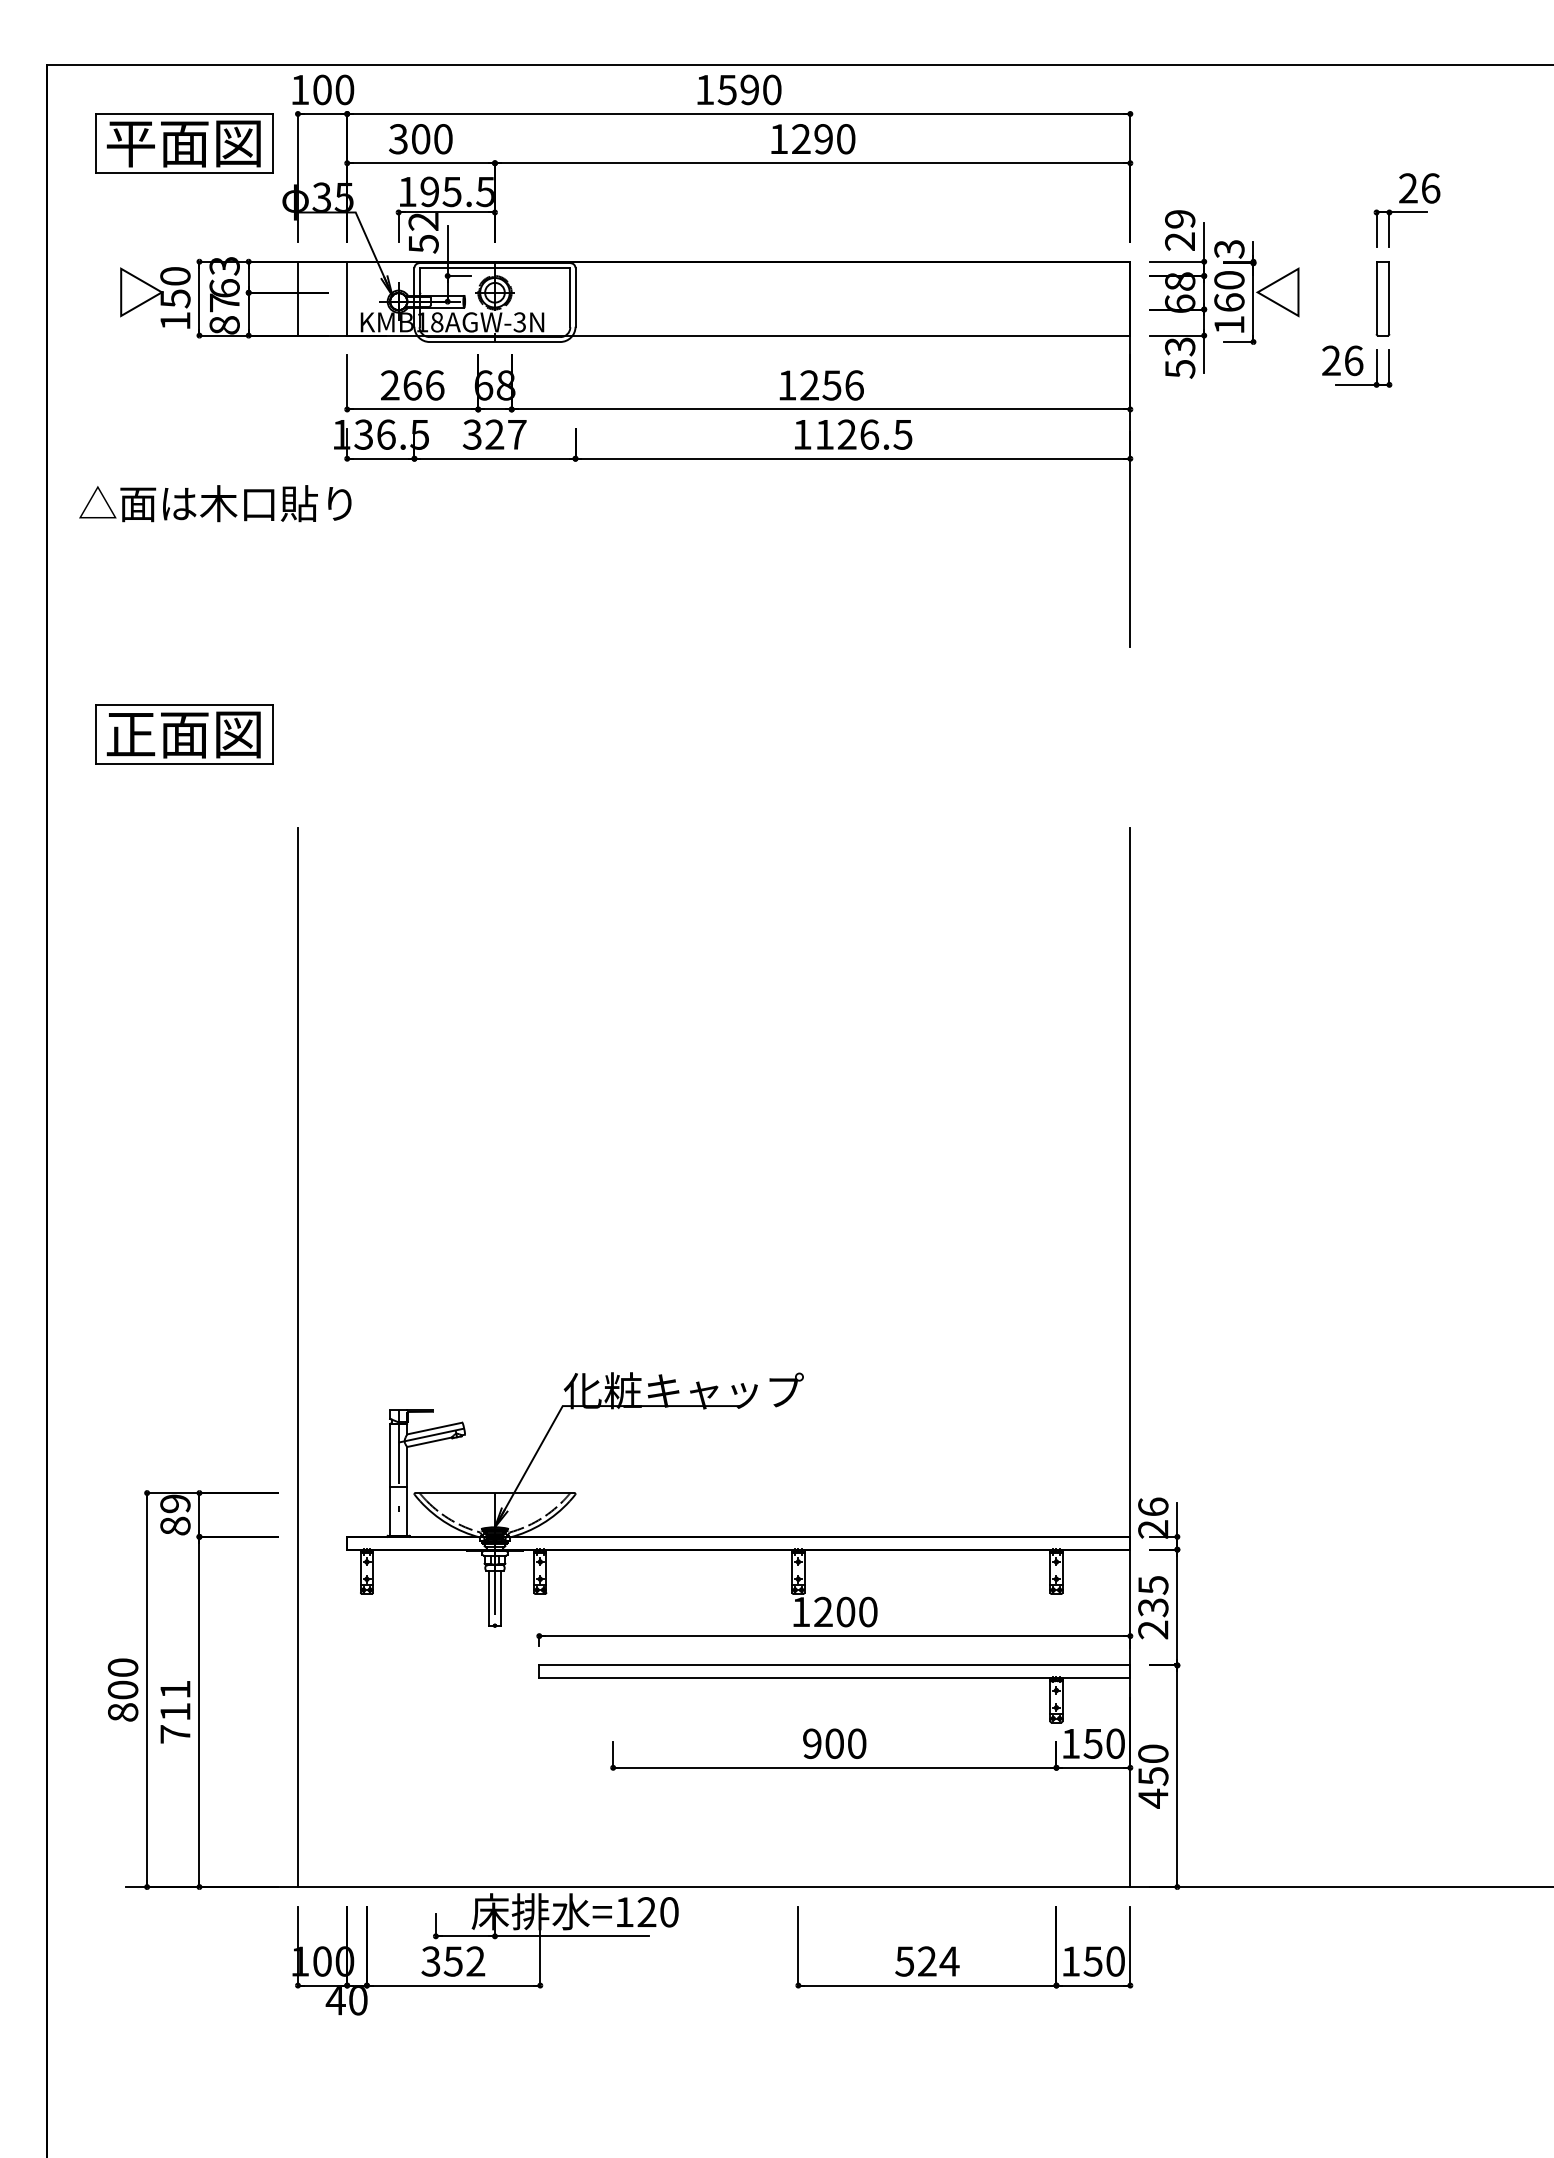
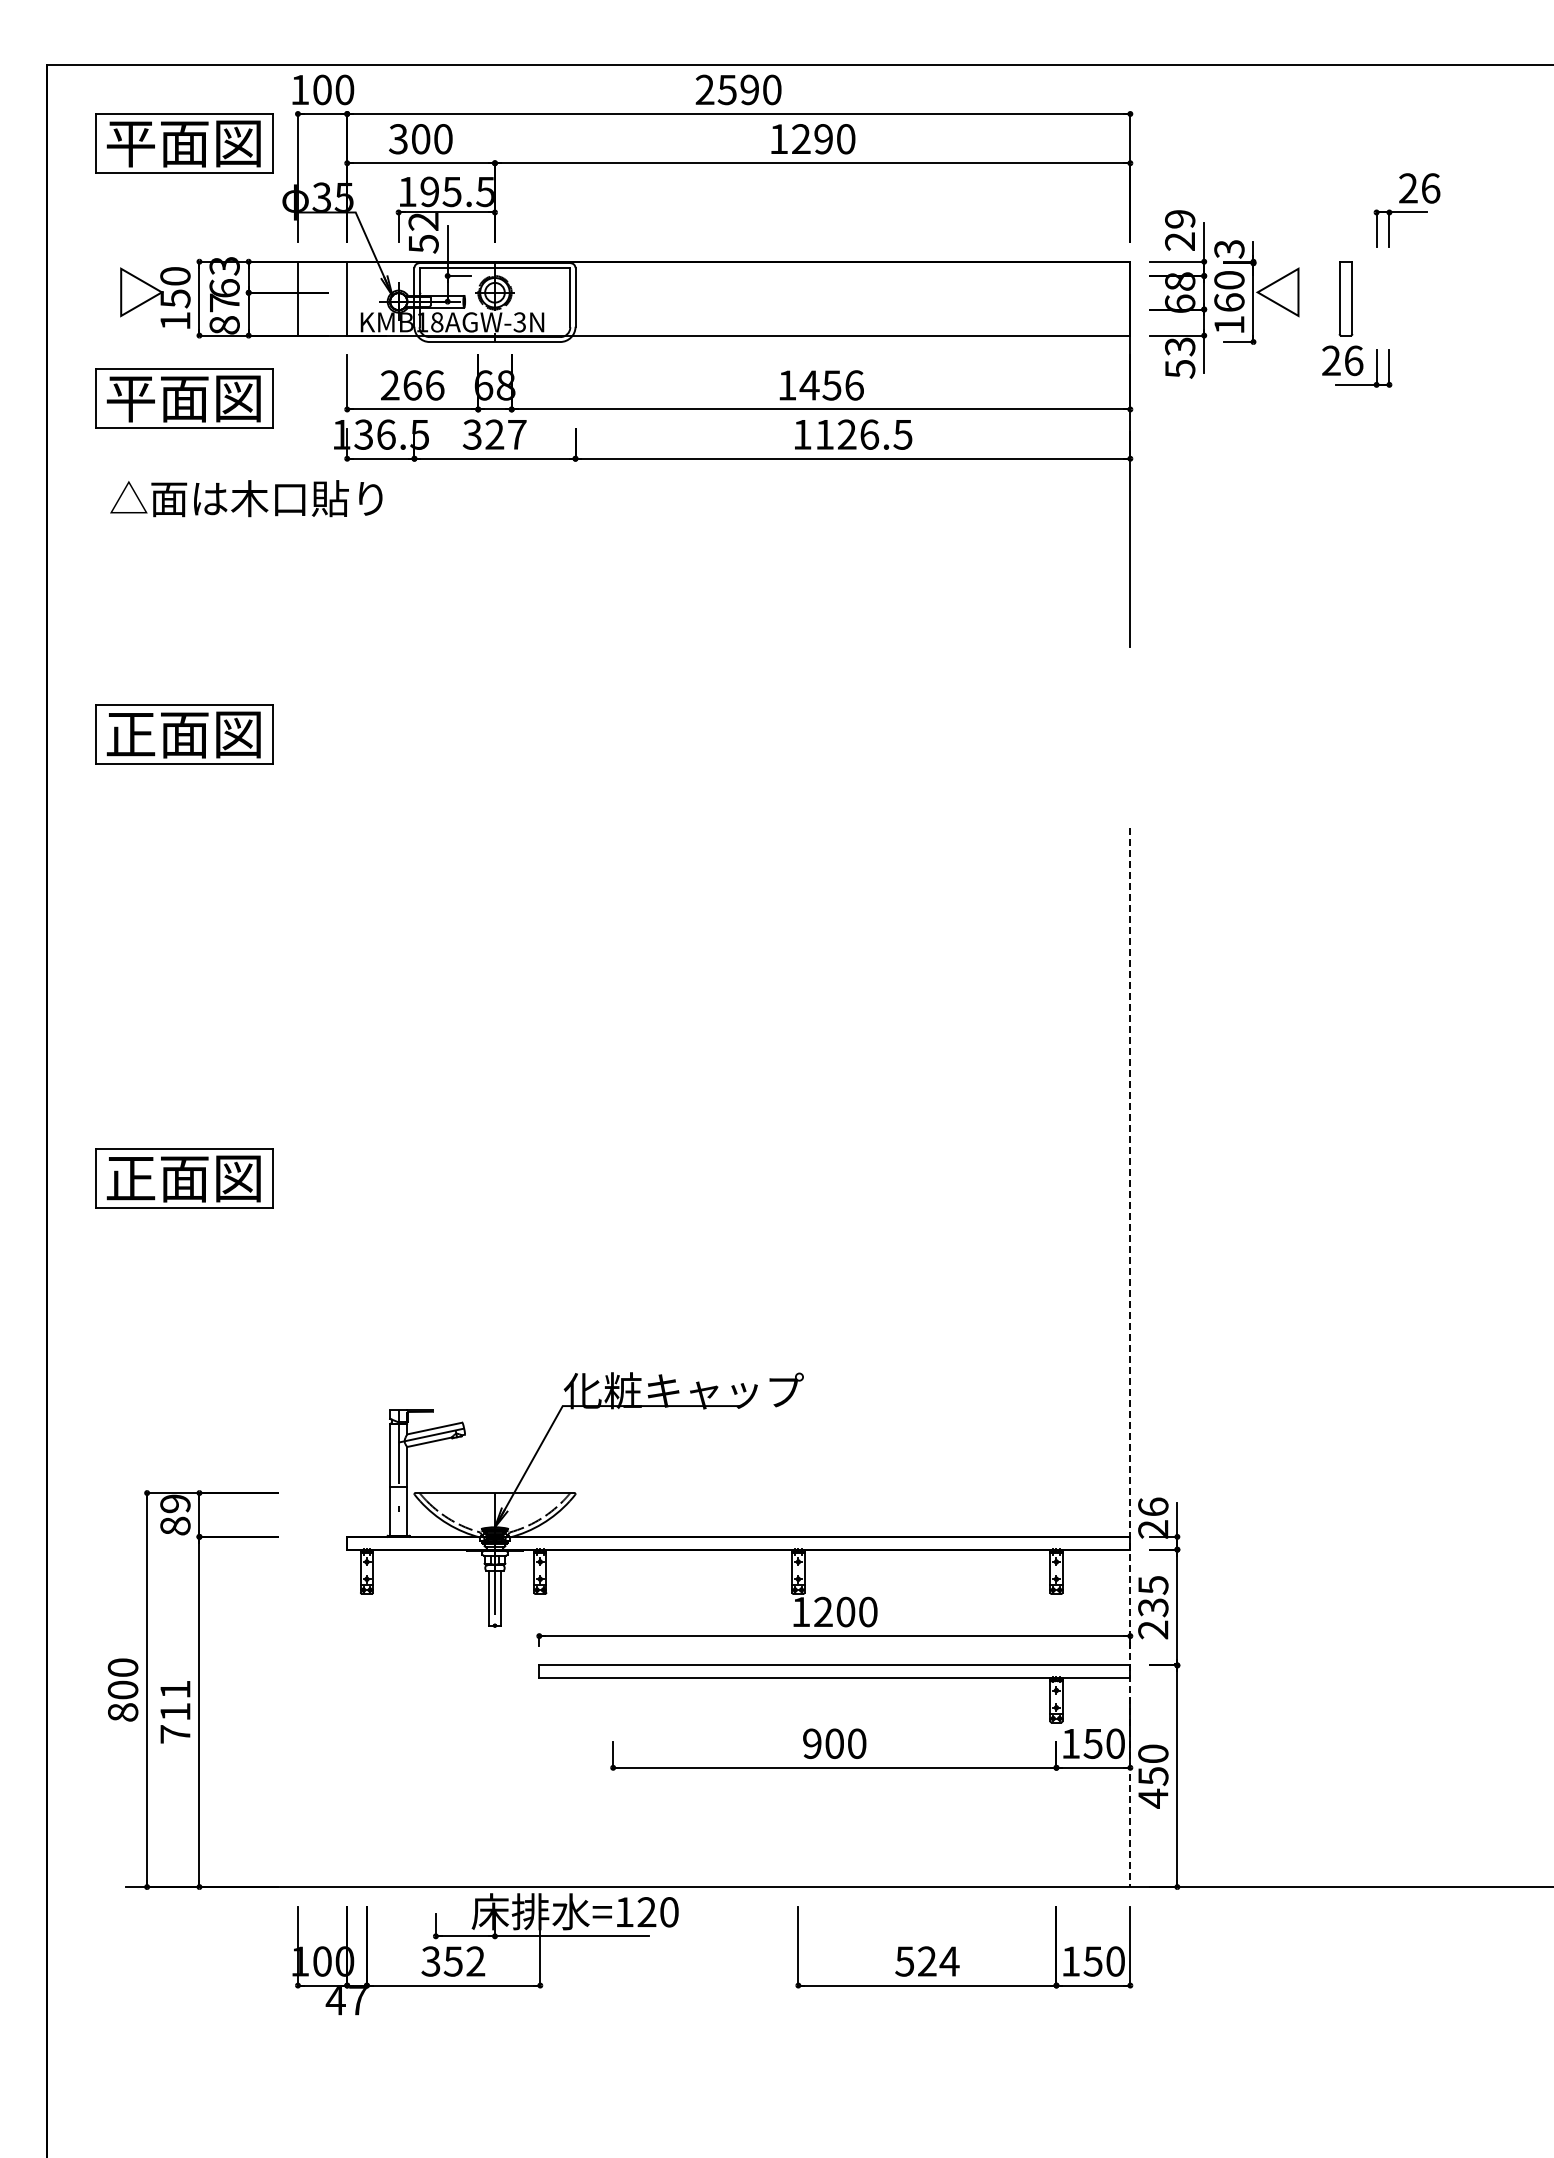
text at (704, 89): 1590 -> 2590
part at (1382, 298) position: (1382, 298) -> (1345, 298)
text at (809, 385): 1256 -> 1456
part at (184, 398): none -> present
part at (215, 503) position: (215, 503) -> (246, 498)
part at (184, 1178): none -> present
line at (297, 1357): present -> none
line at (1130, 1358): solid -> dashed
text at (358, 2001): 40 -> 47
